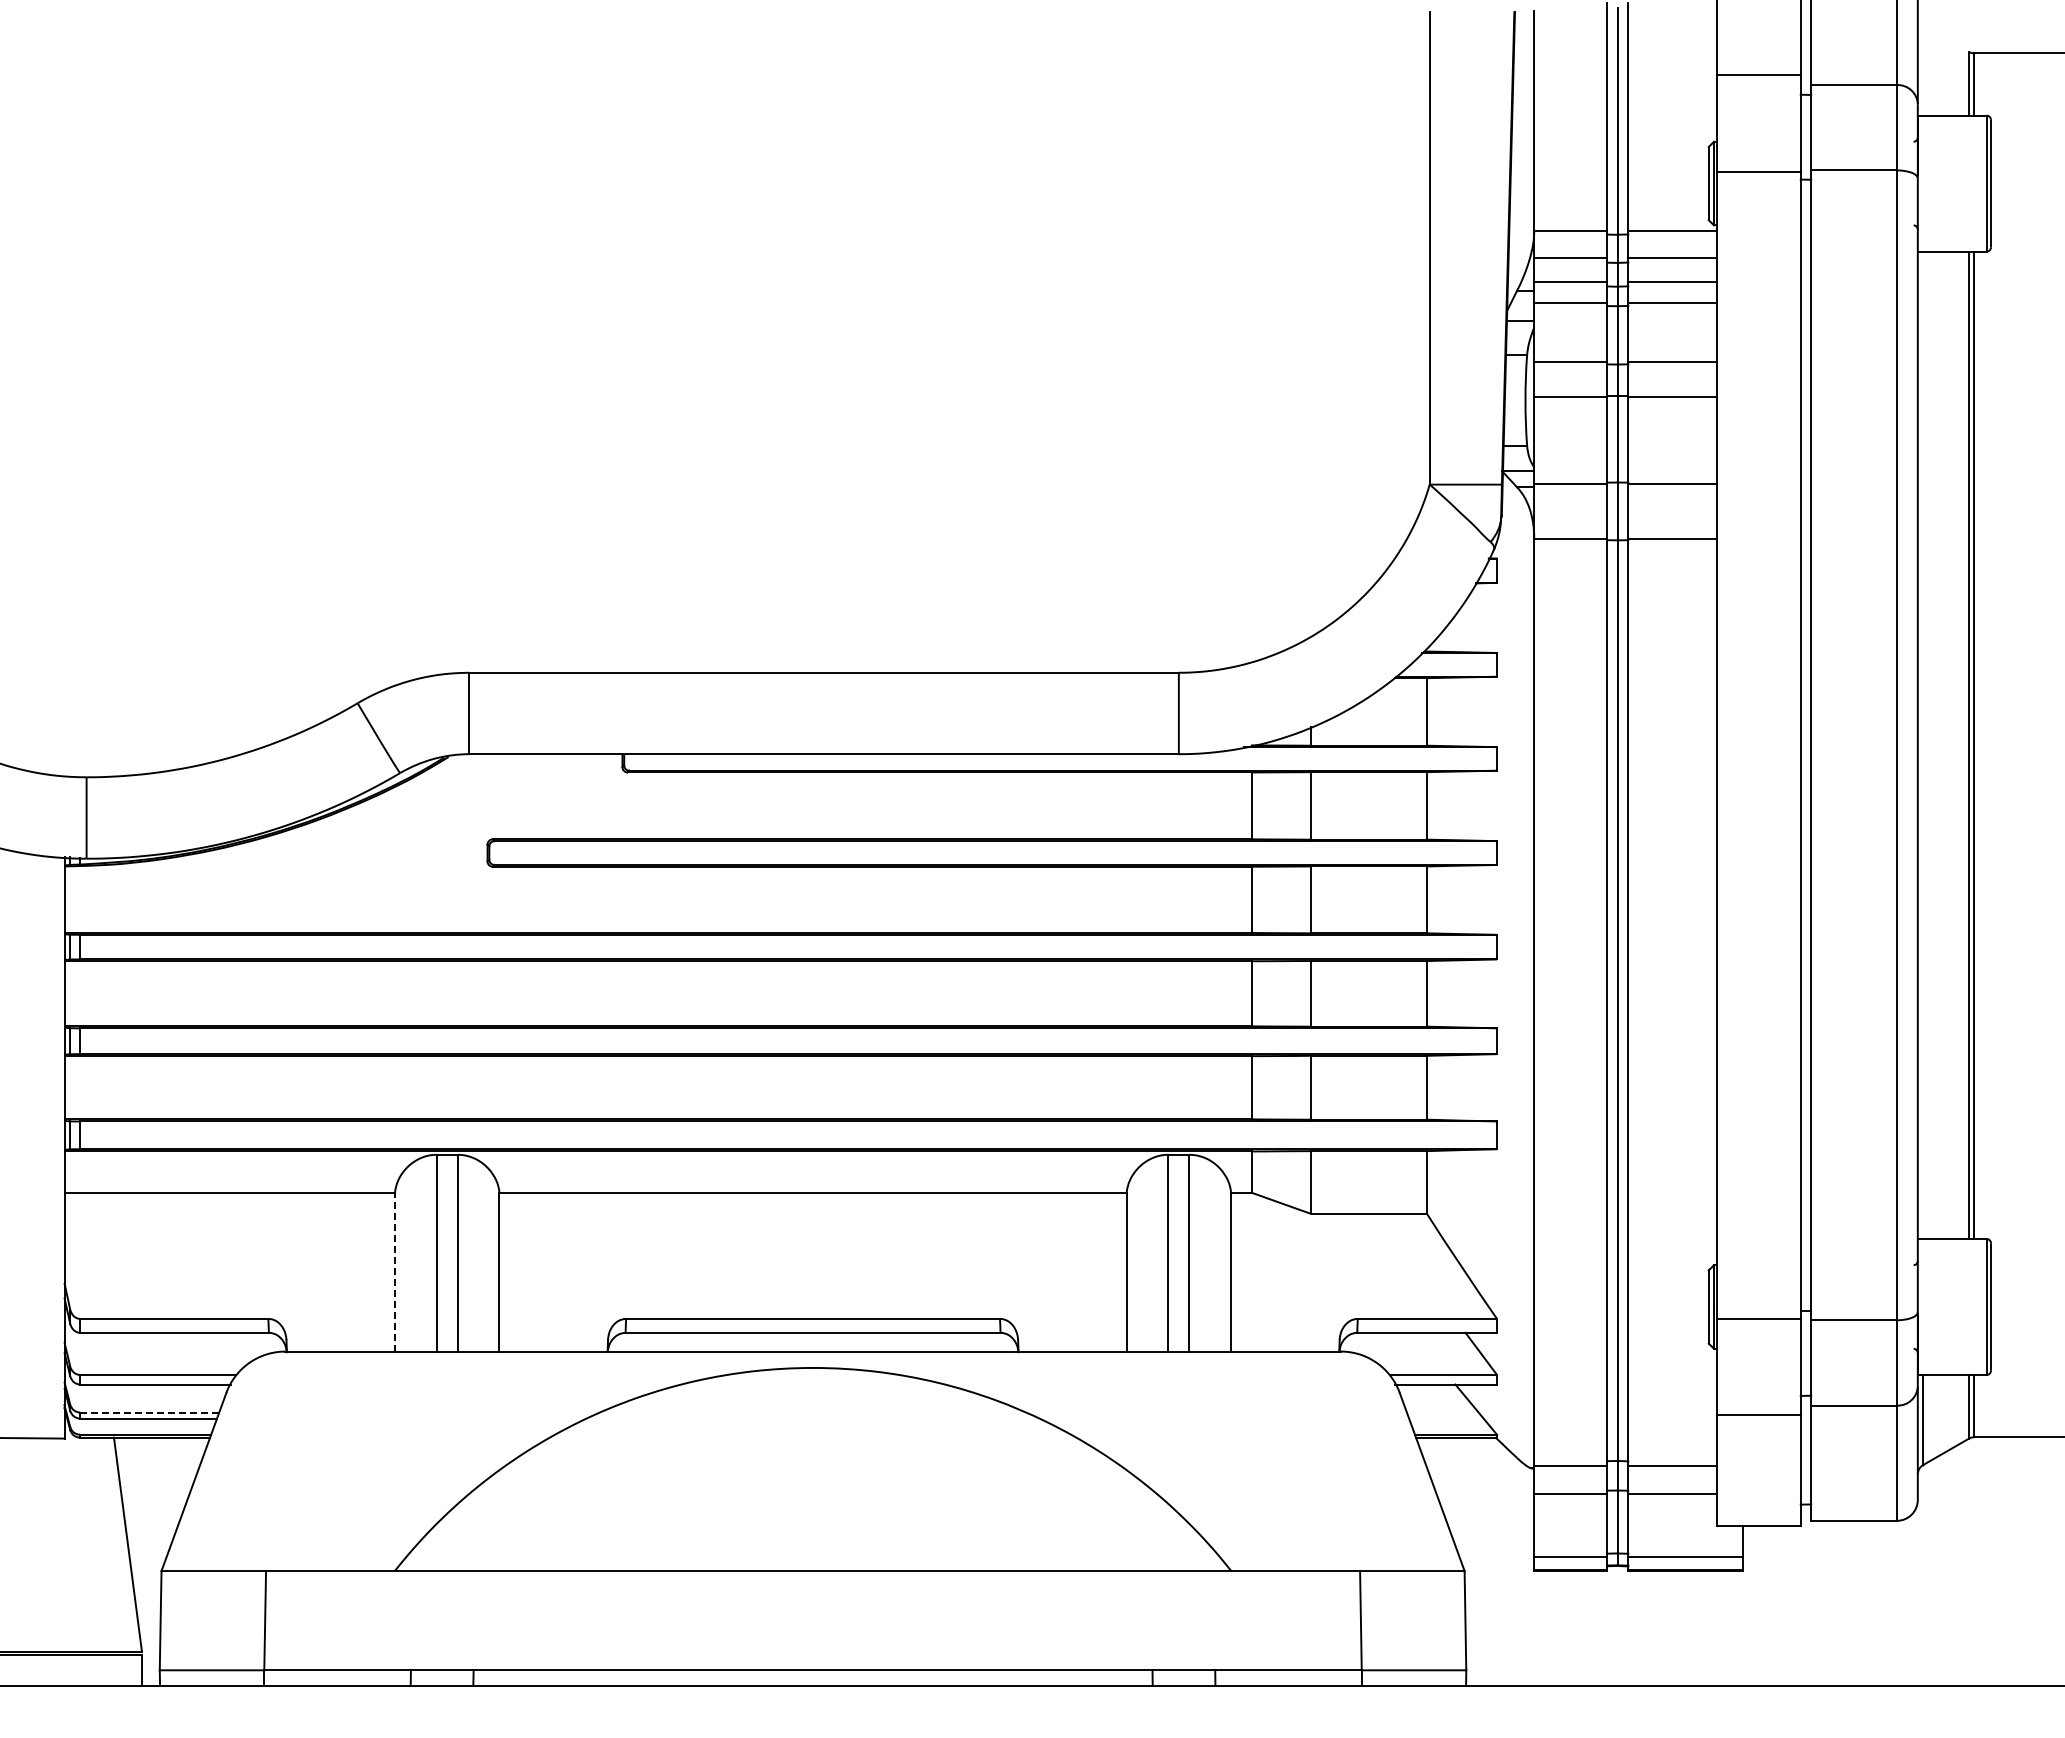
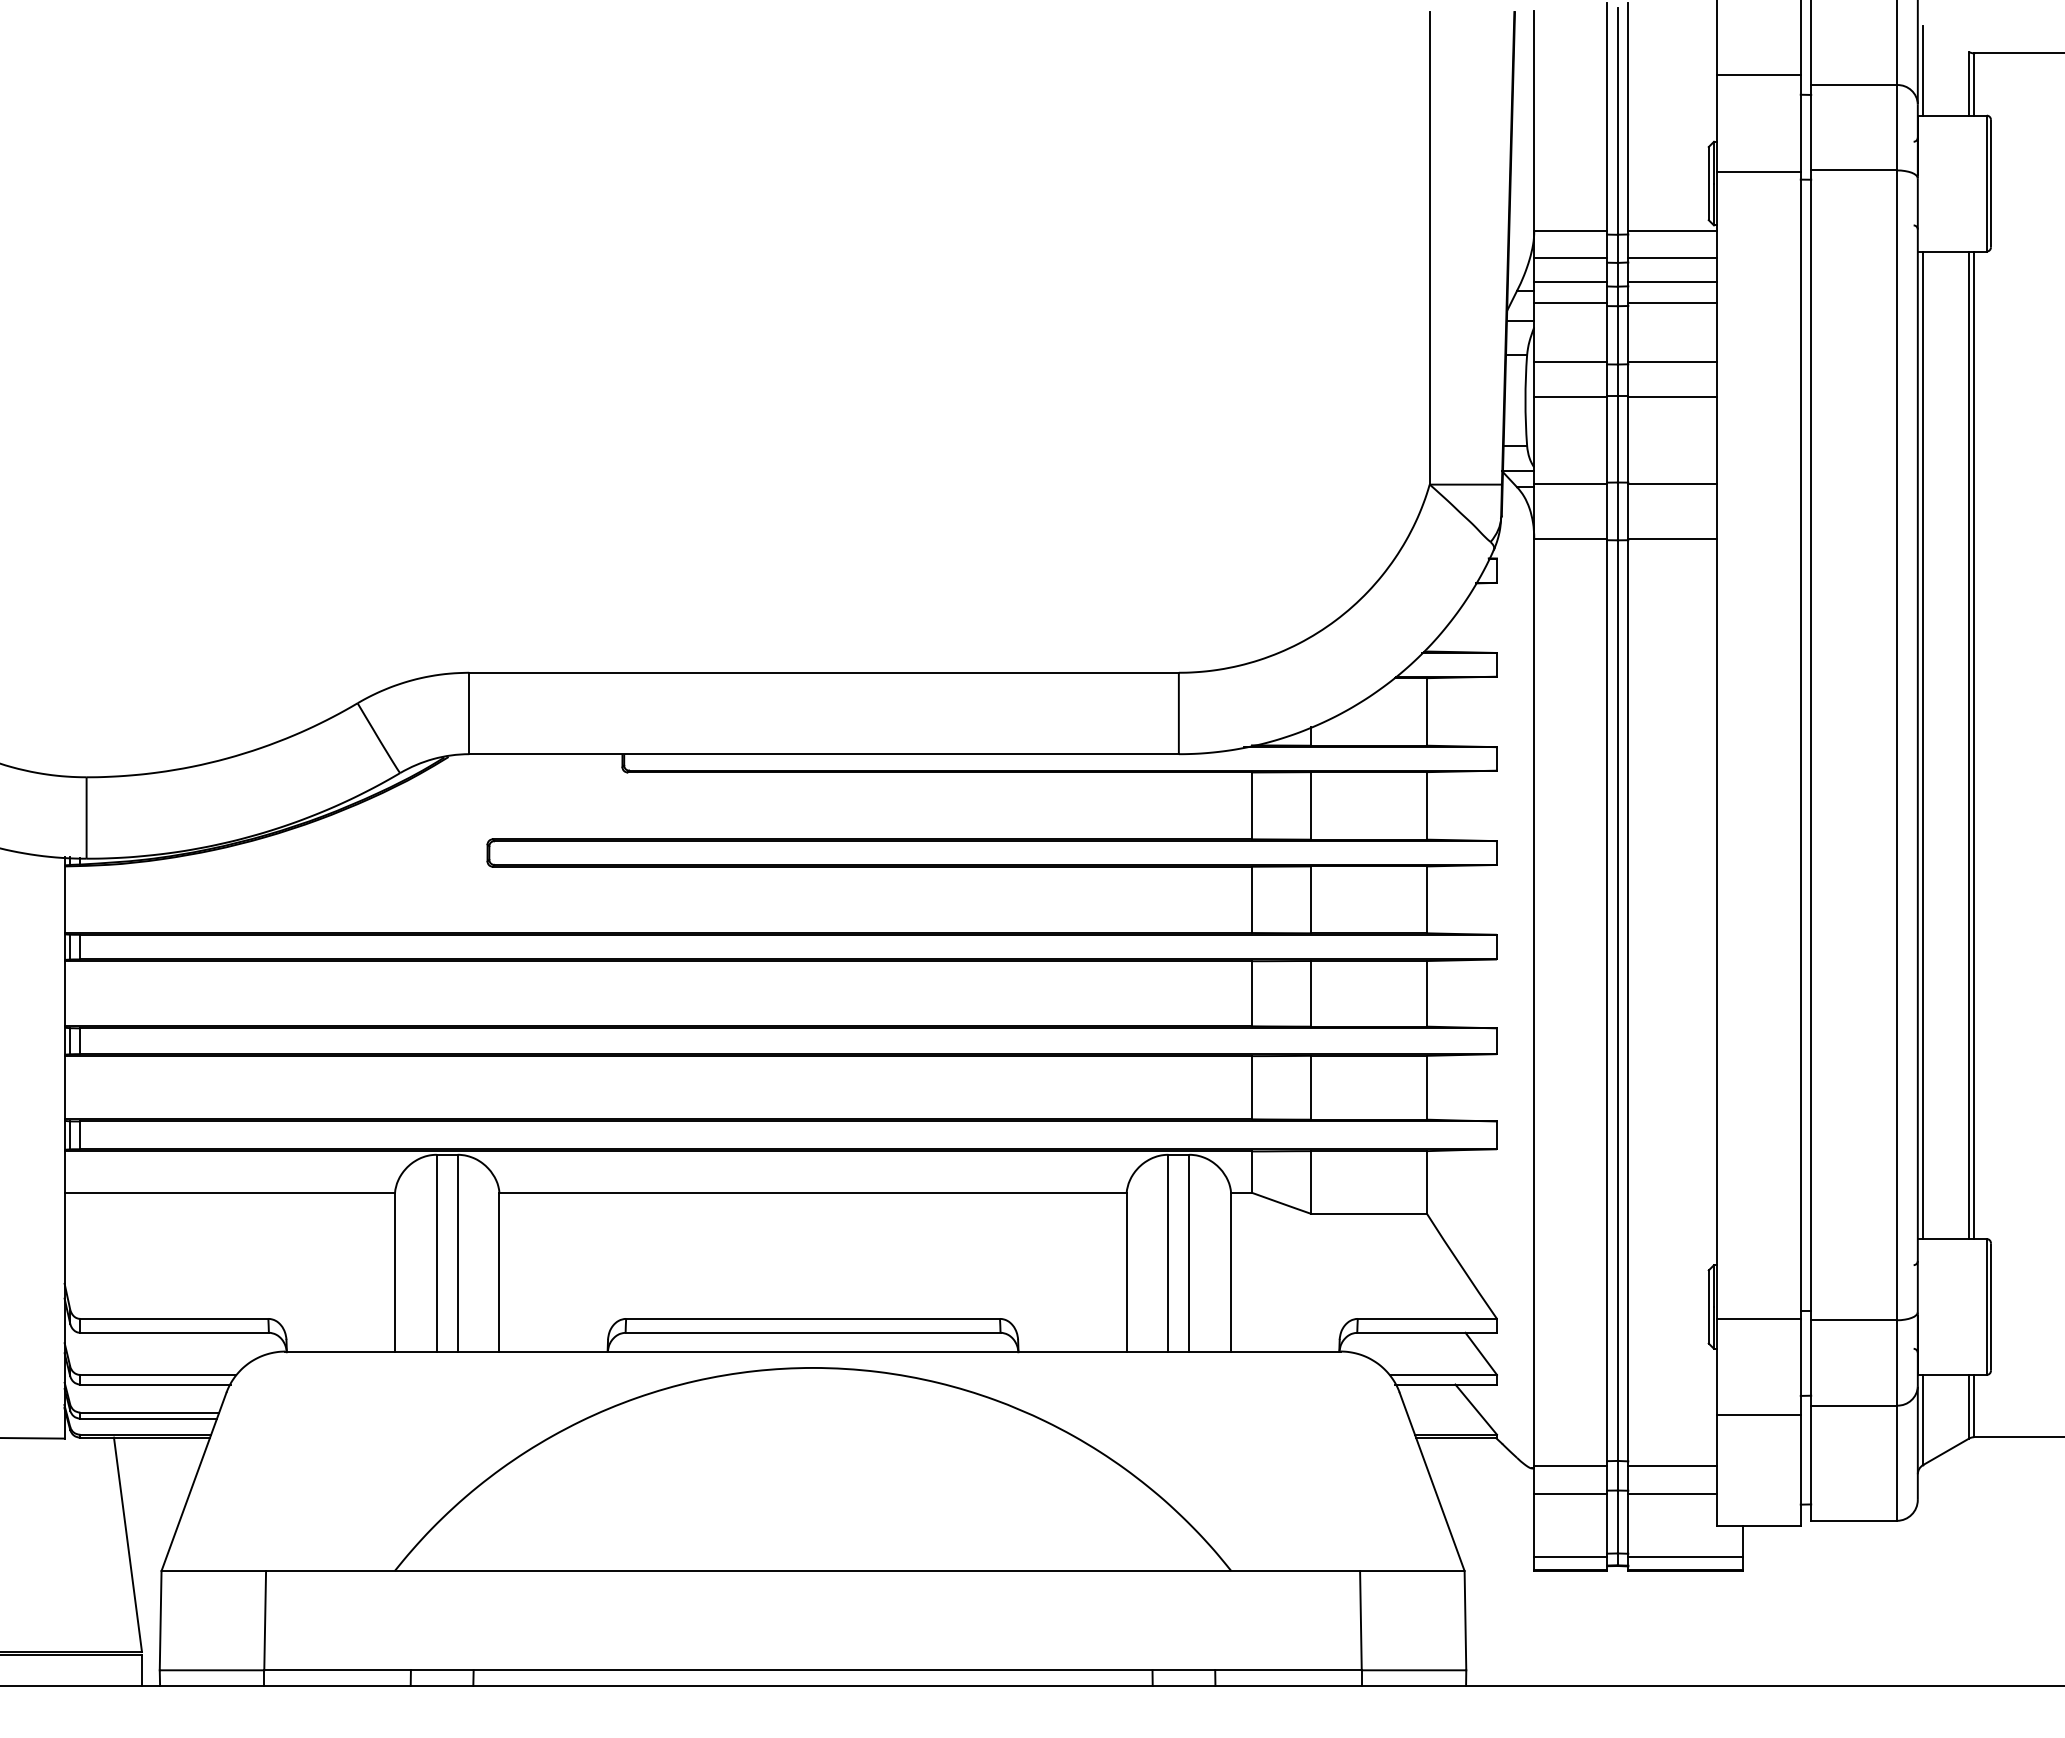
line at (1923, 70): none -> present
line at (1923, 745): none -> present
line at (395, 1271): dashed -> solid
line at (150, 1412): dashed -> solid
